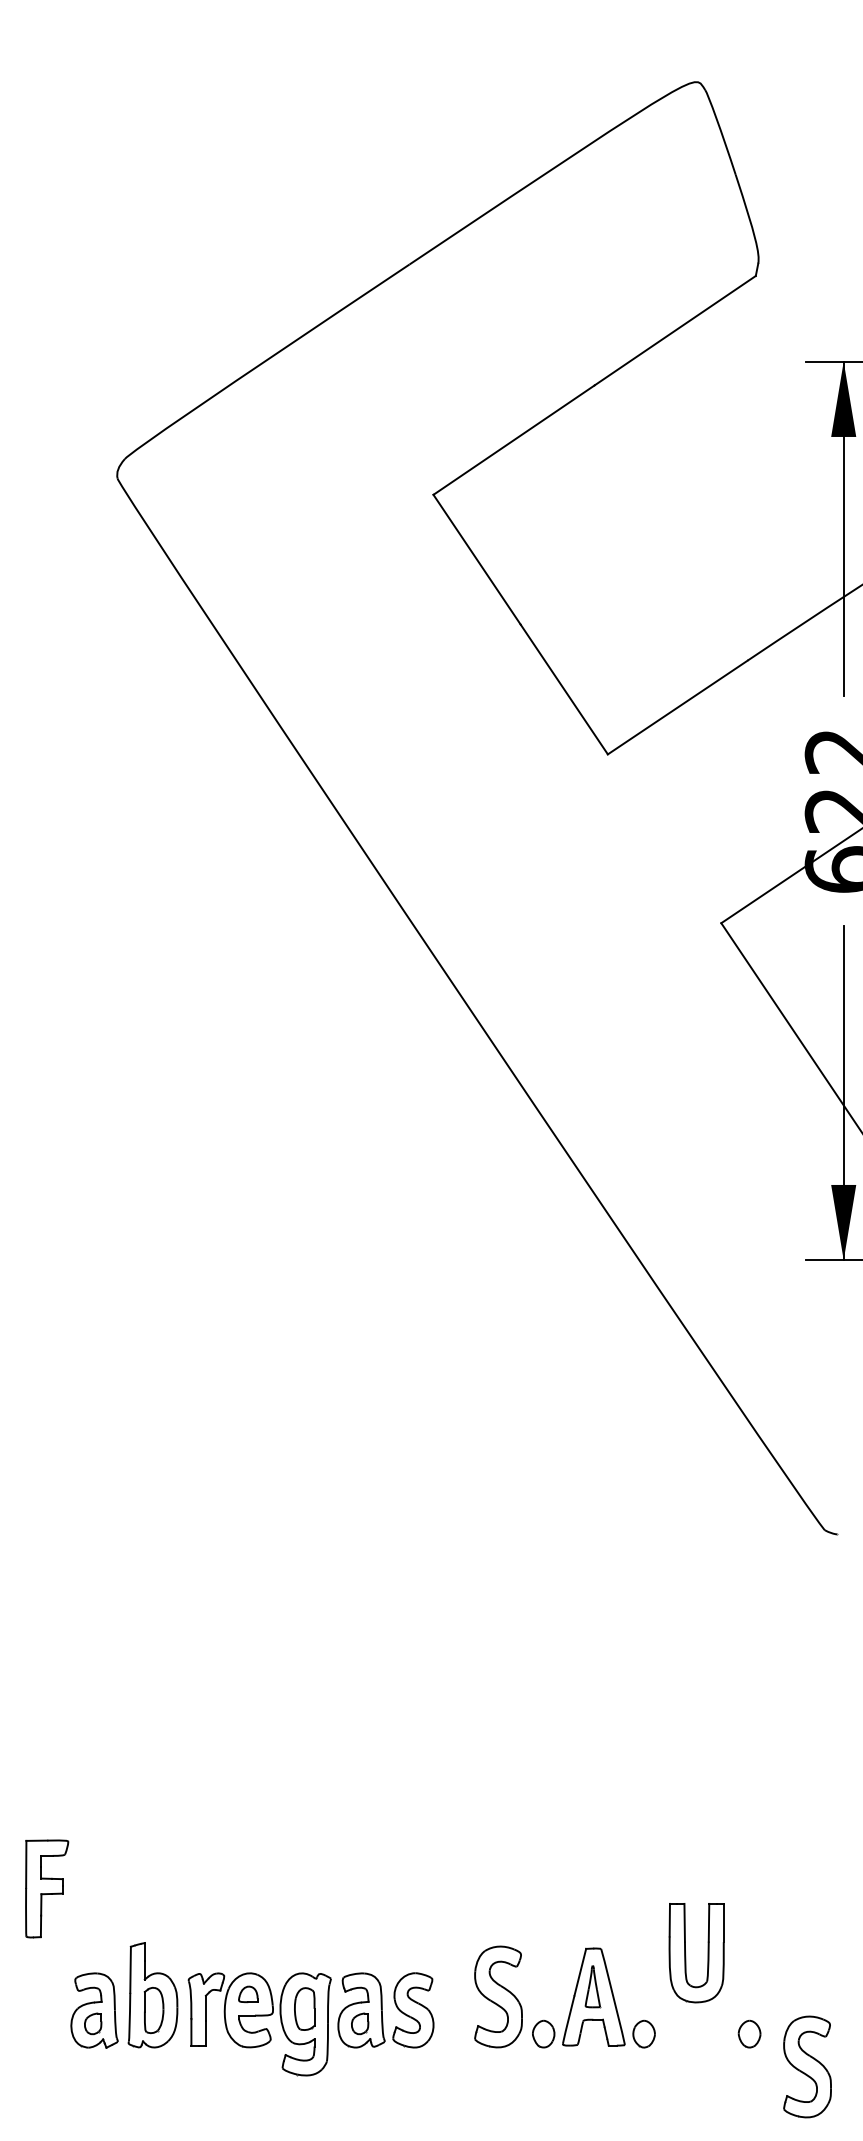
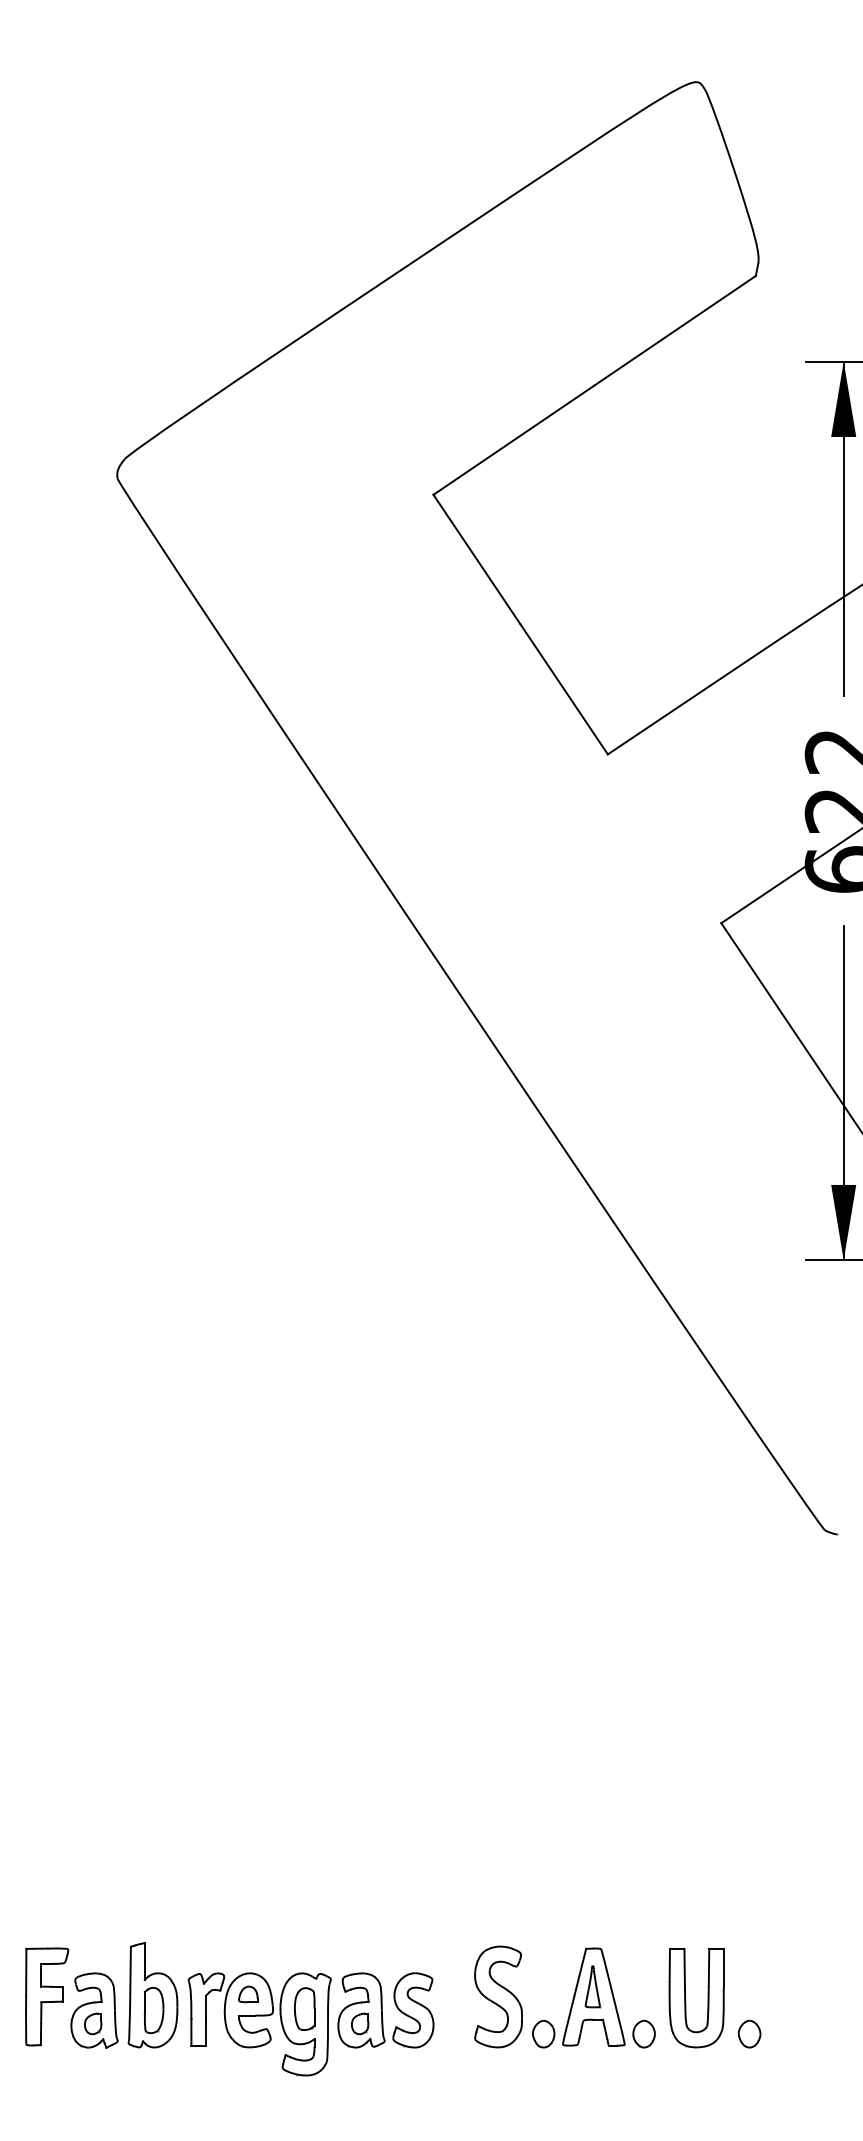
part at (47, 1888) position: (47, 1888) -> (47, 1996)
part at (686, 1955) position: (686, 1955) -> (686, 2000)
part at (807, 2066): present -> none
